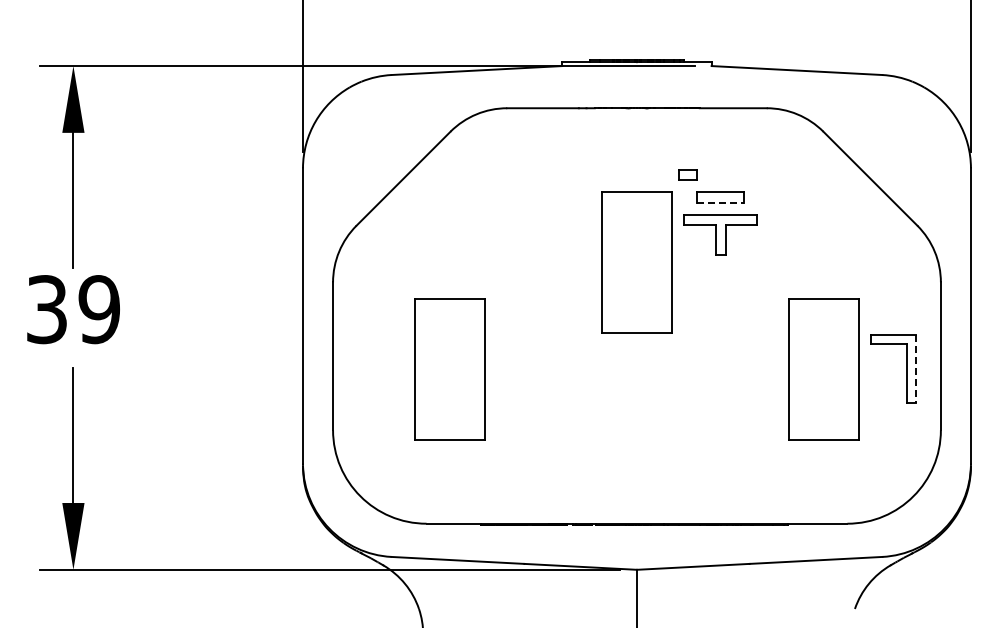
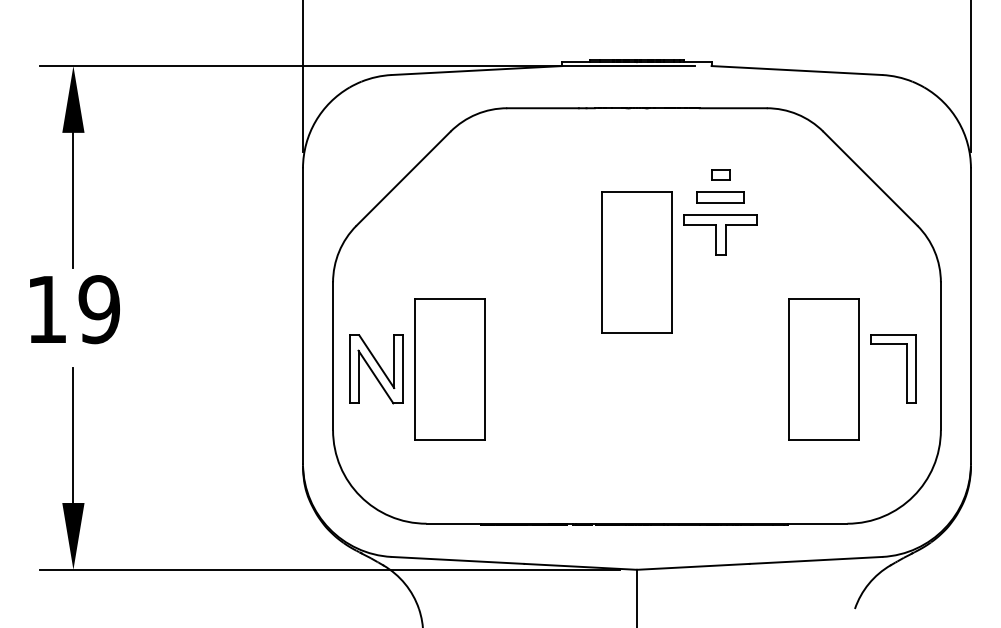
part at (687, 174) position: (687, 174) -> (720, 174)
line at (721, 202): dashed -> solid
text at (46, 309): 39 -> 19
part at (376, 369): none -> present
line at (916, 369): dashed -> solid
